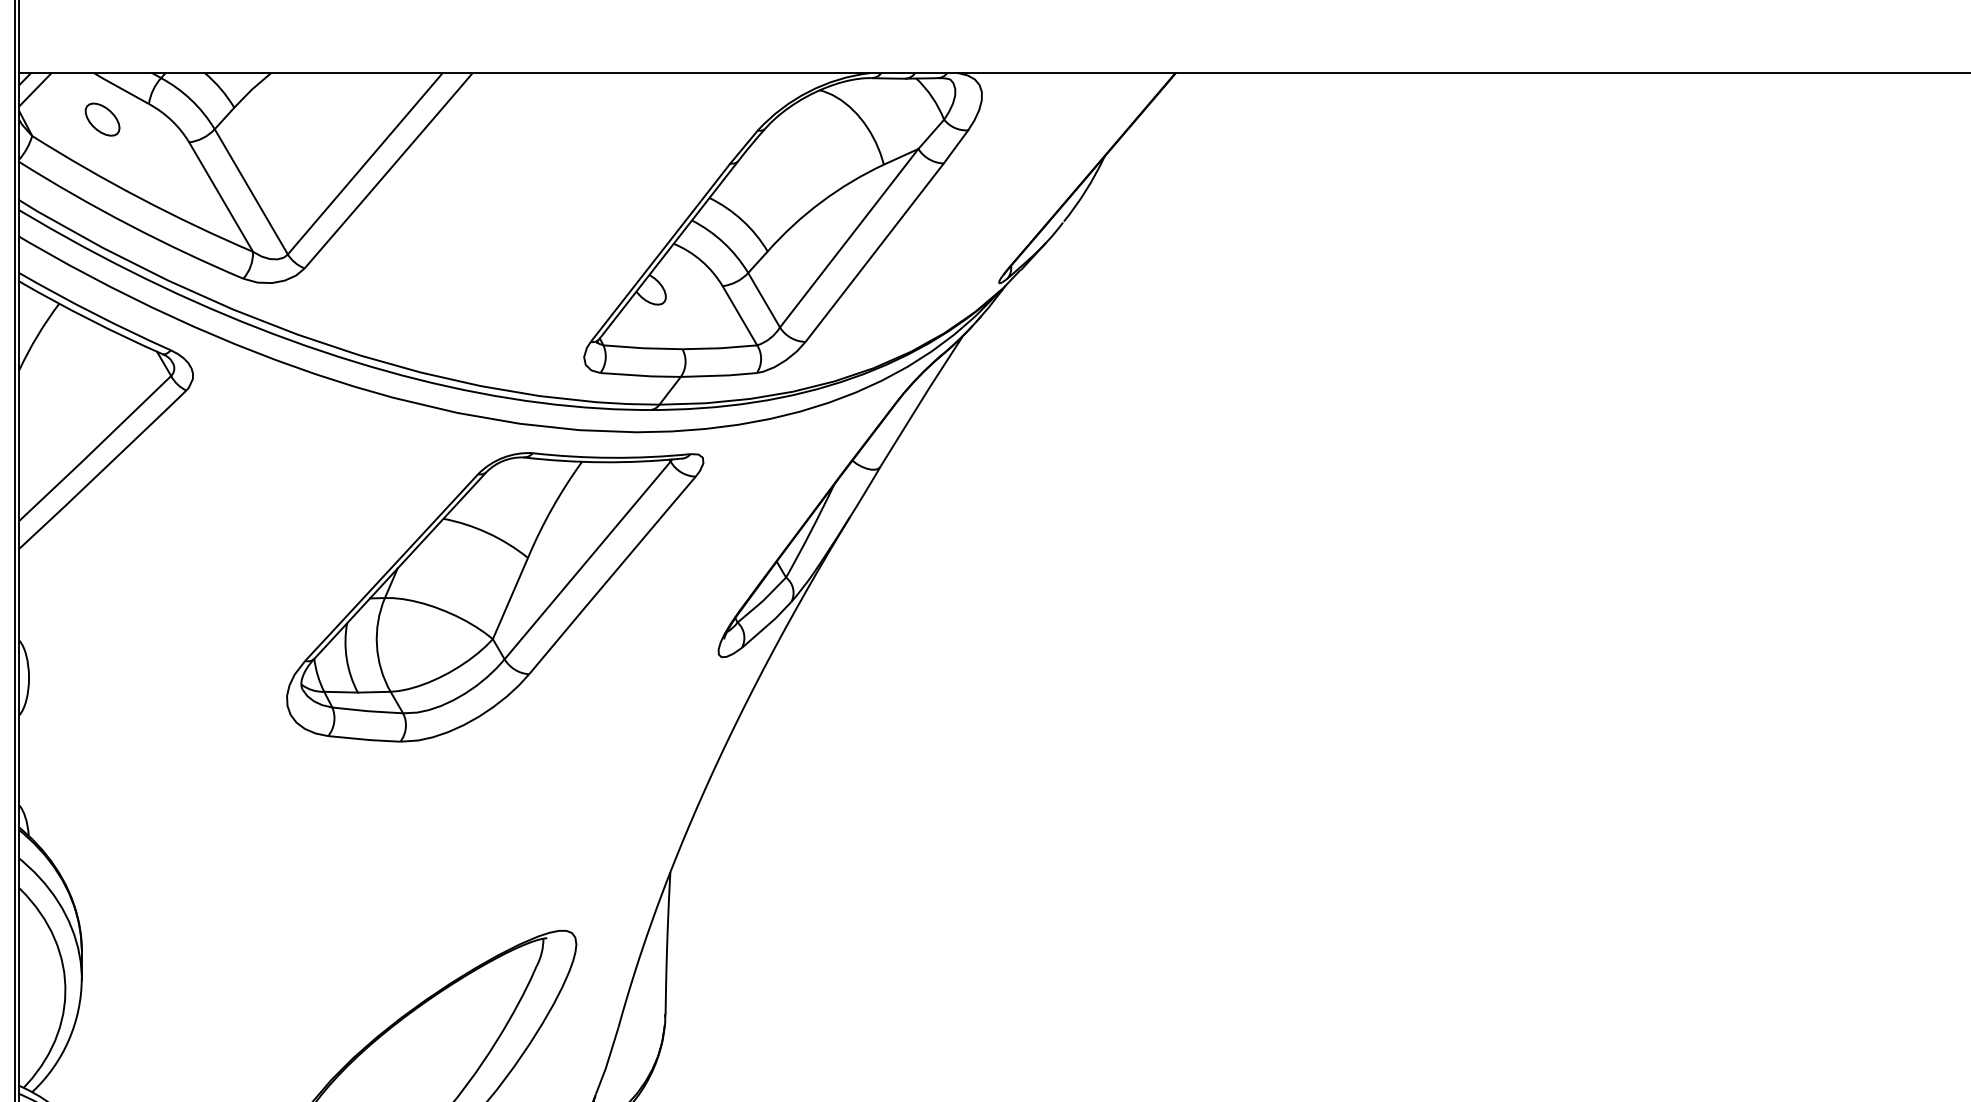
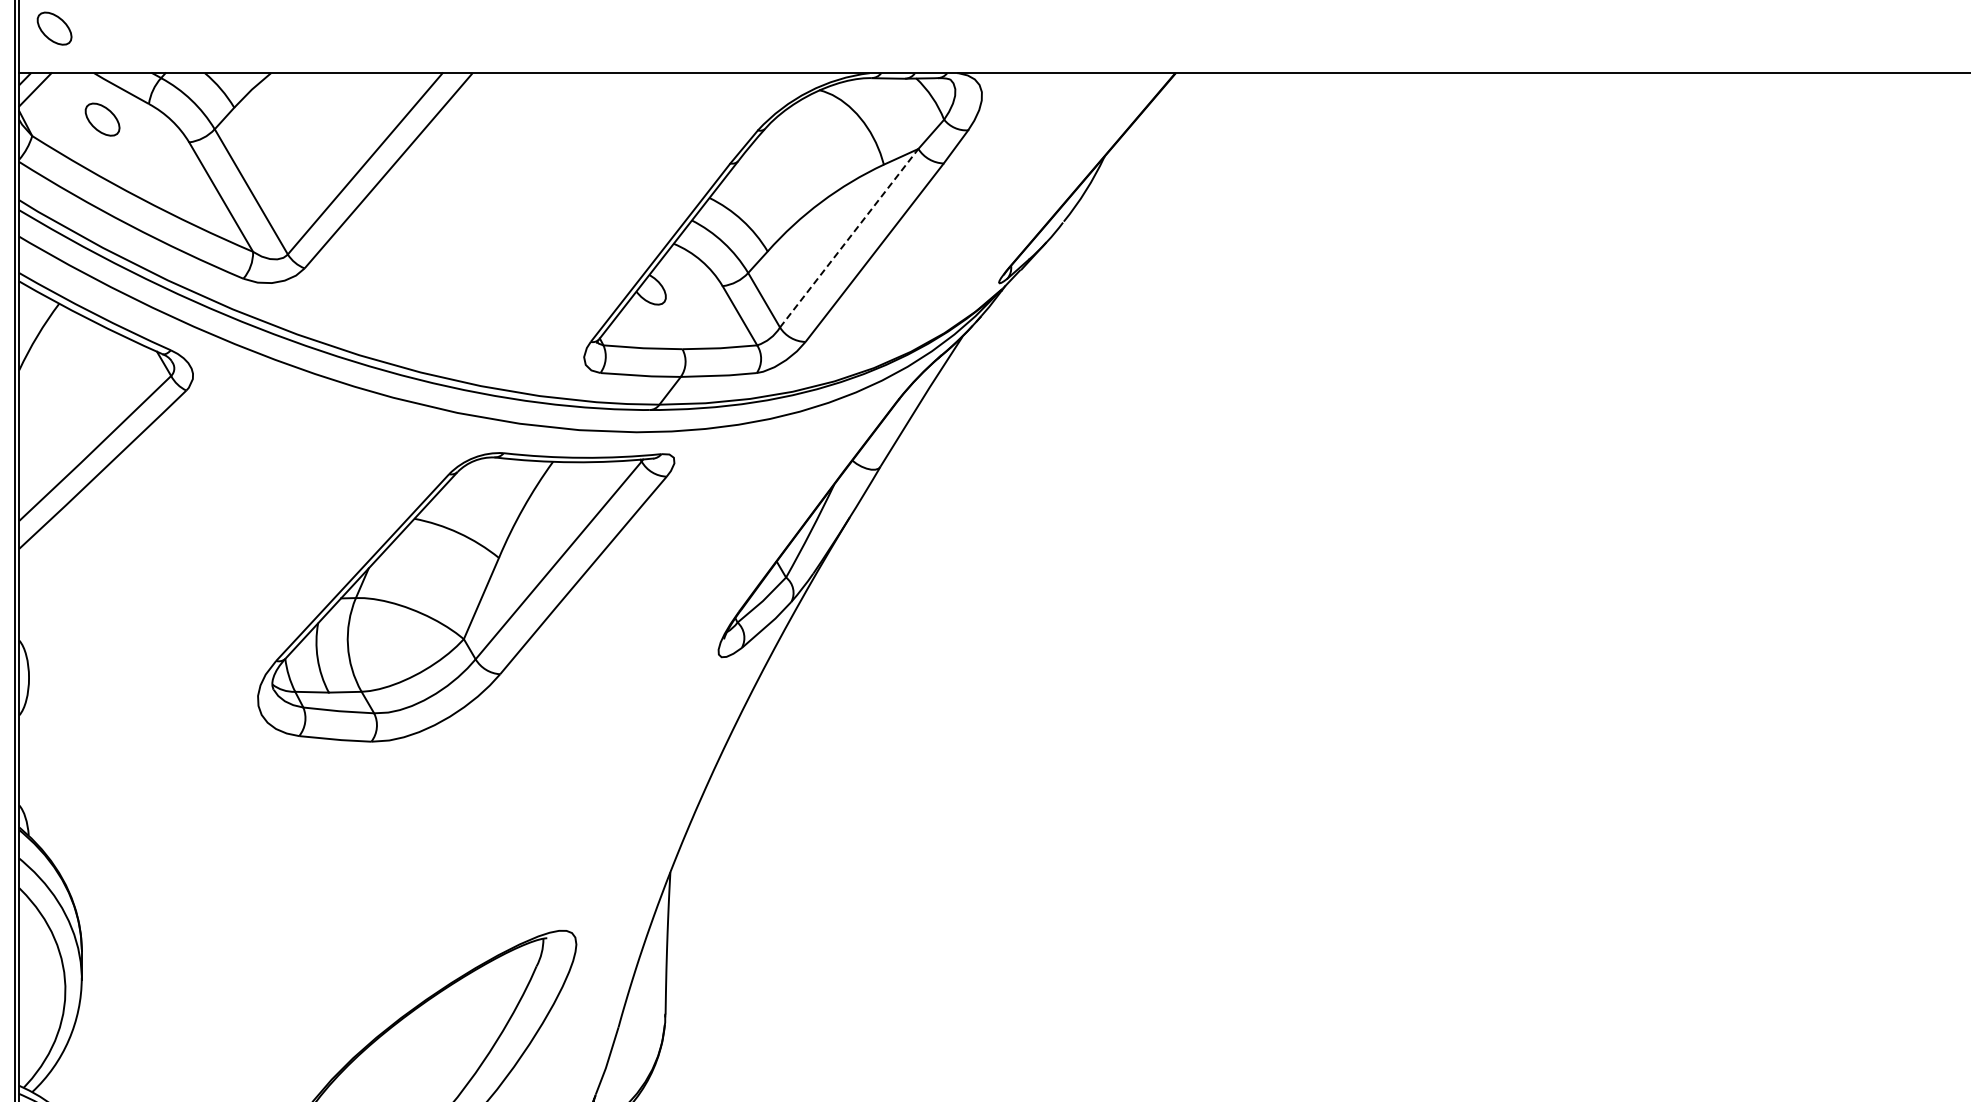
part at (54, 28): none -> present
line at (849, 238): solid -> dashed
part at (495, 597) position: (495, 597) -> (466, 597)
